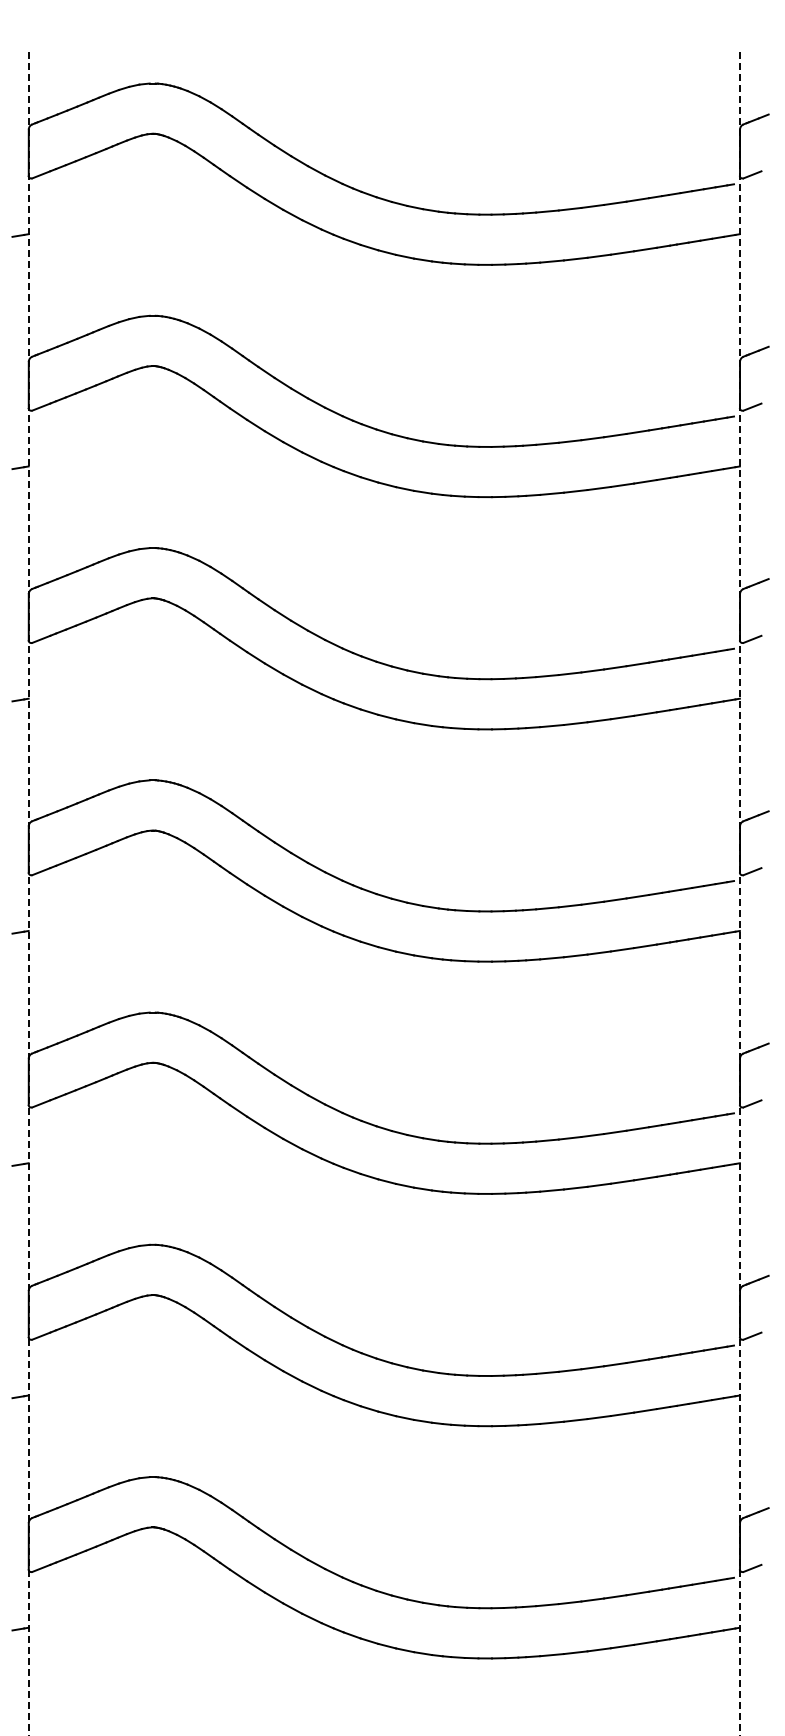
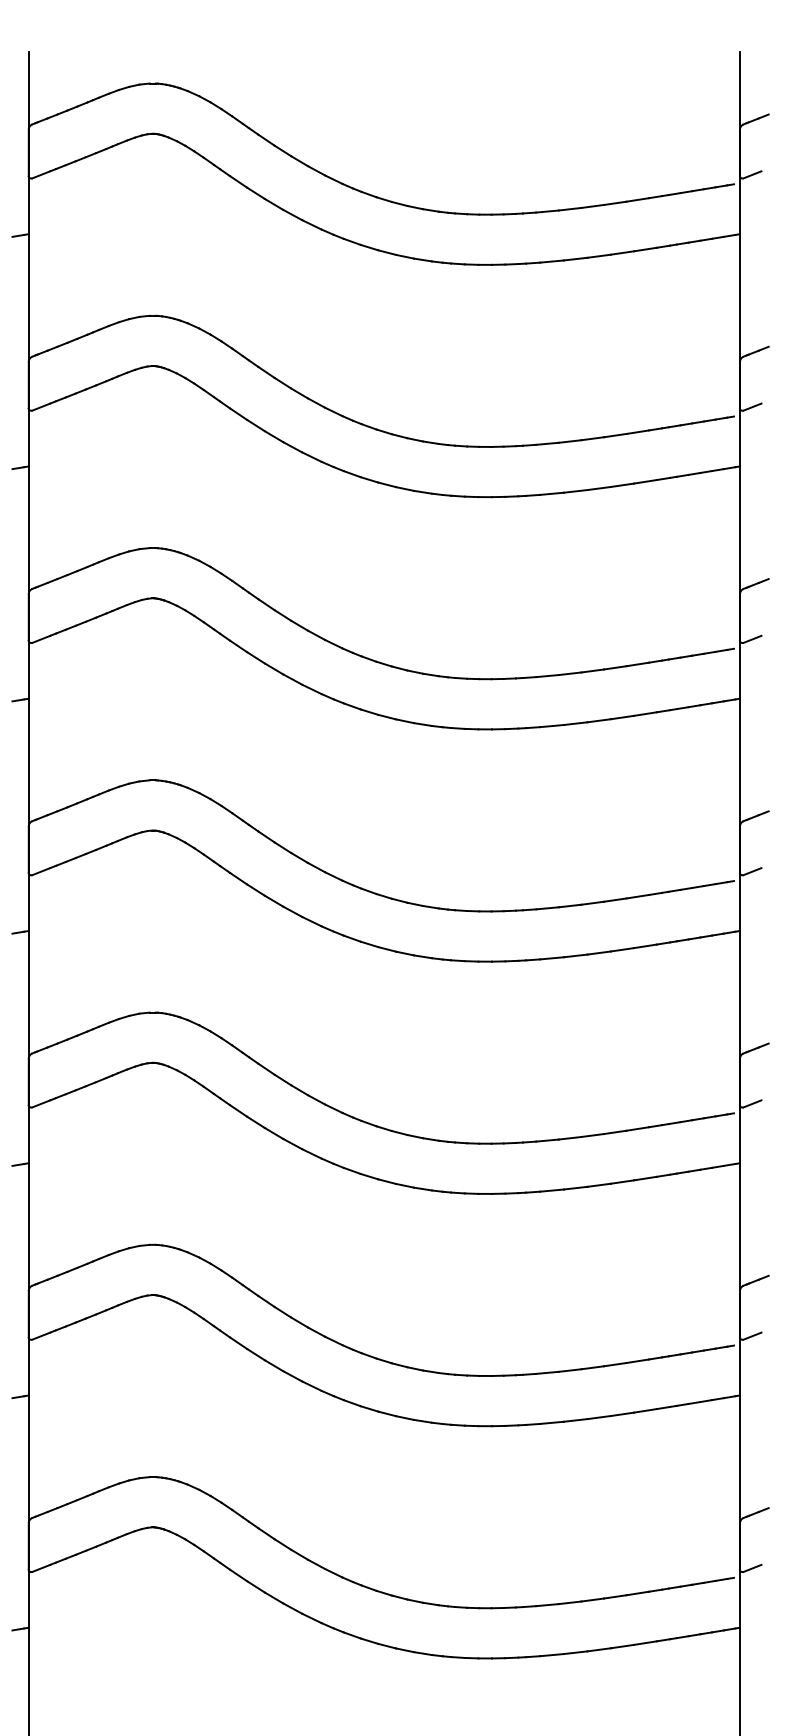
line at (28, 893): dashed -> solid
line at (739, 893): dashed -> solid
